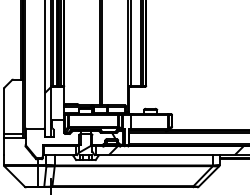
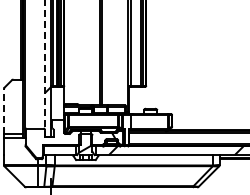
line at (44, 69): solid -> dashed
line at (3, 110): solid -> dashed
